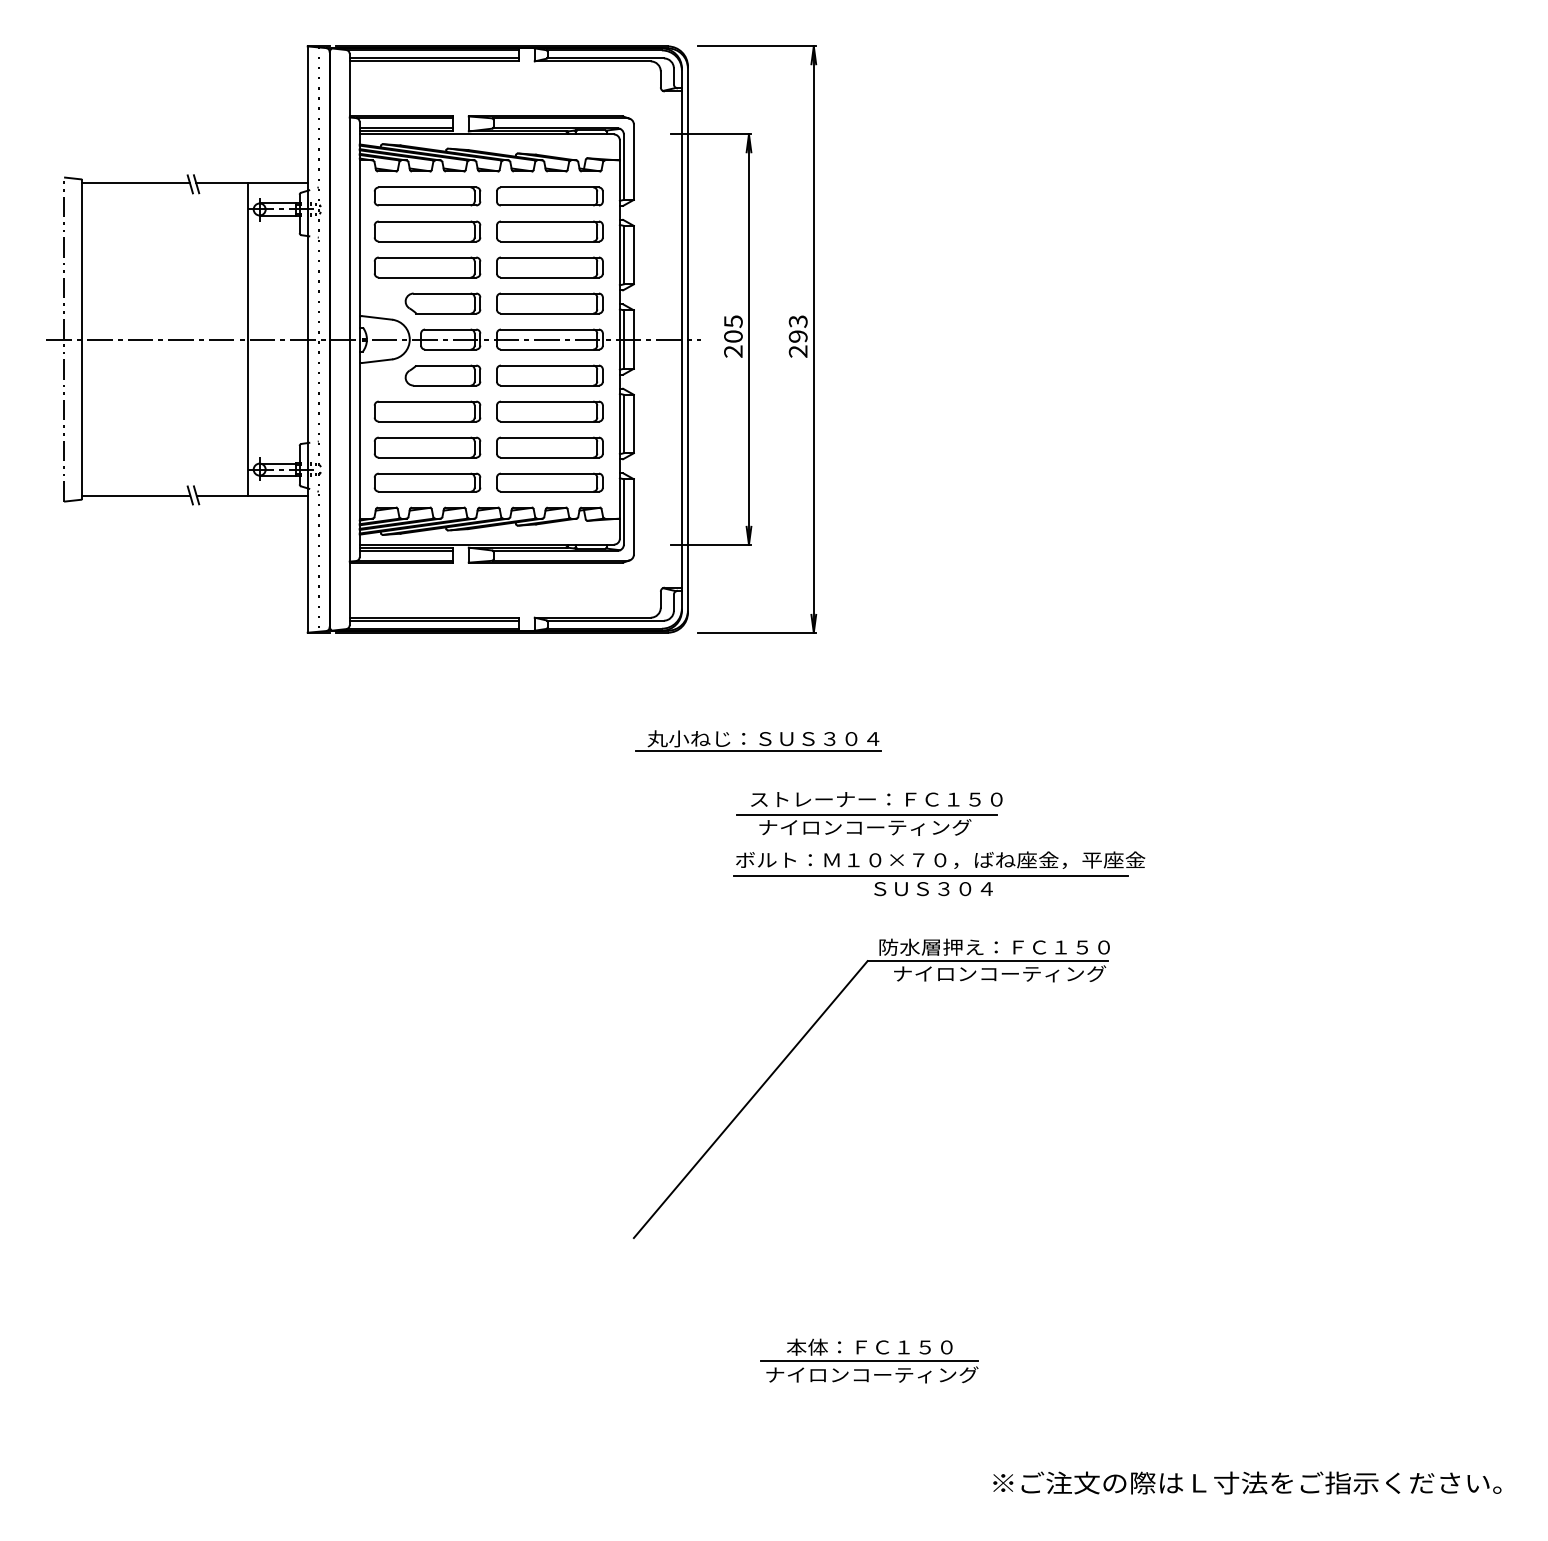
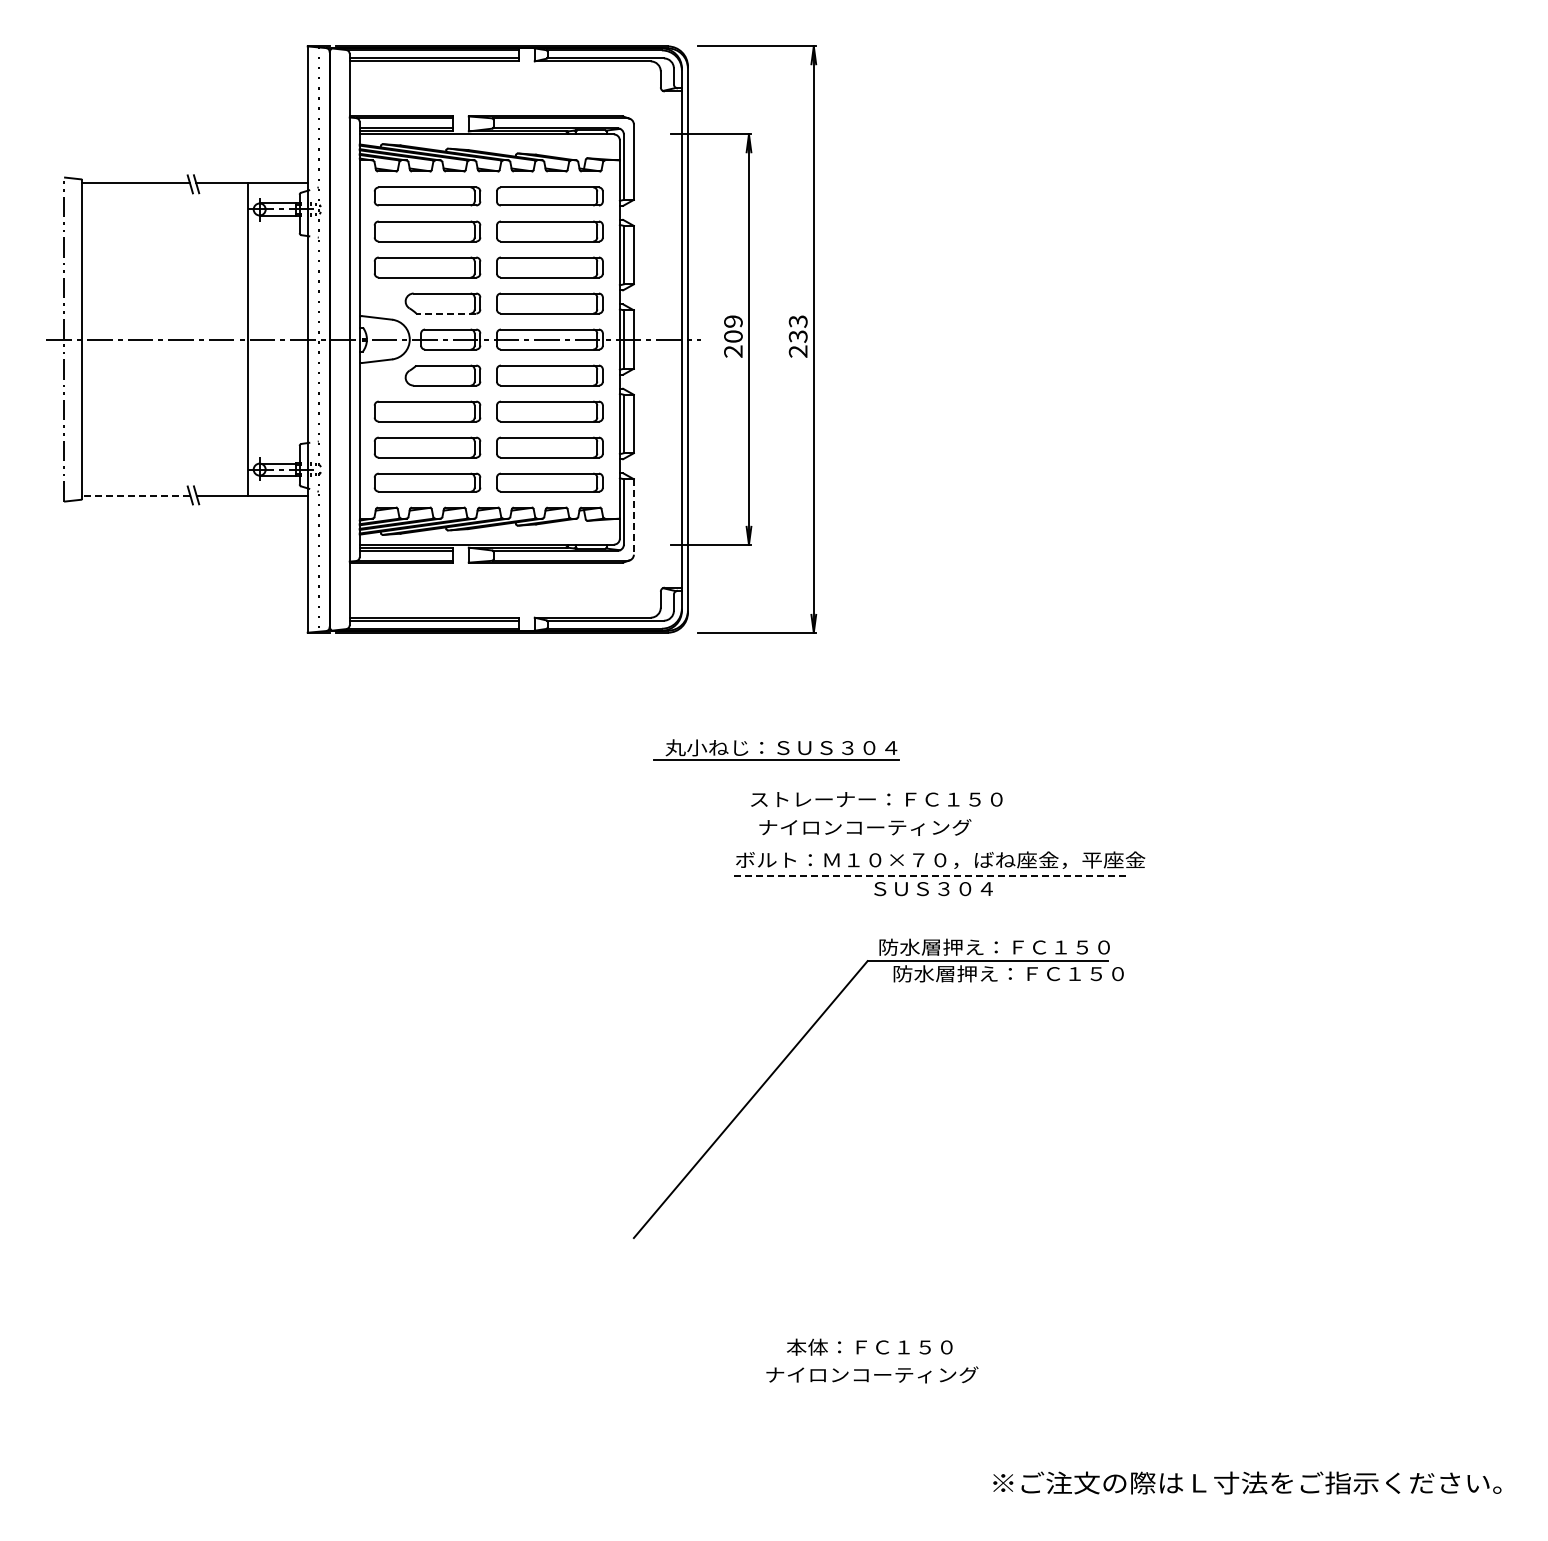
line at (446, 313): solid -> dashed
text at (733, 321): 205 -> 209
text at (798, 336): 293 -> 233
line at (135, 495): solid -> dashed
line at (633, 516): solid -> dashed
part at (758, 740) position: (758, 740) -> (776, 749)
line at (866, 814): present -> none
line at (930, 875): solid -> dashed
text at (1008, 973): ナイロンコーティング -> 防水層押え：ＦＣ１５０
line at (869, 1361): present -> none
